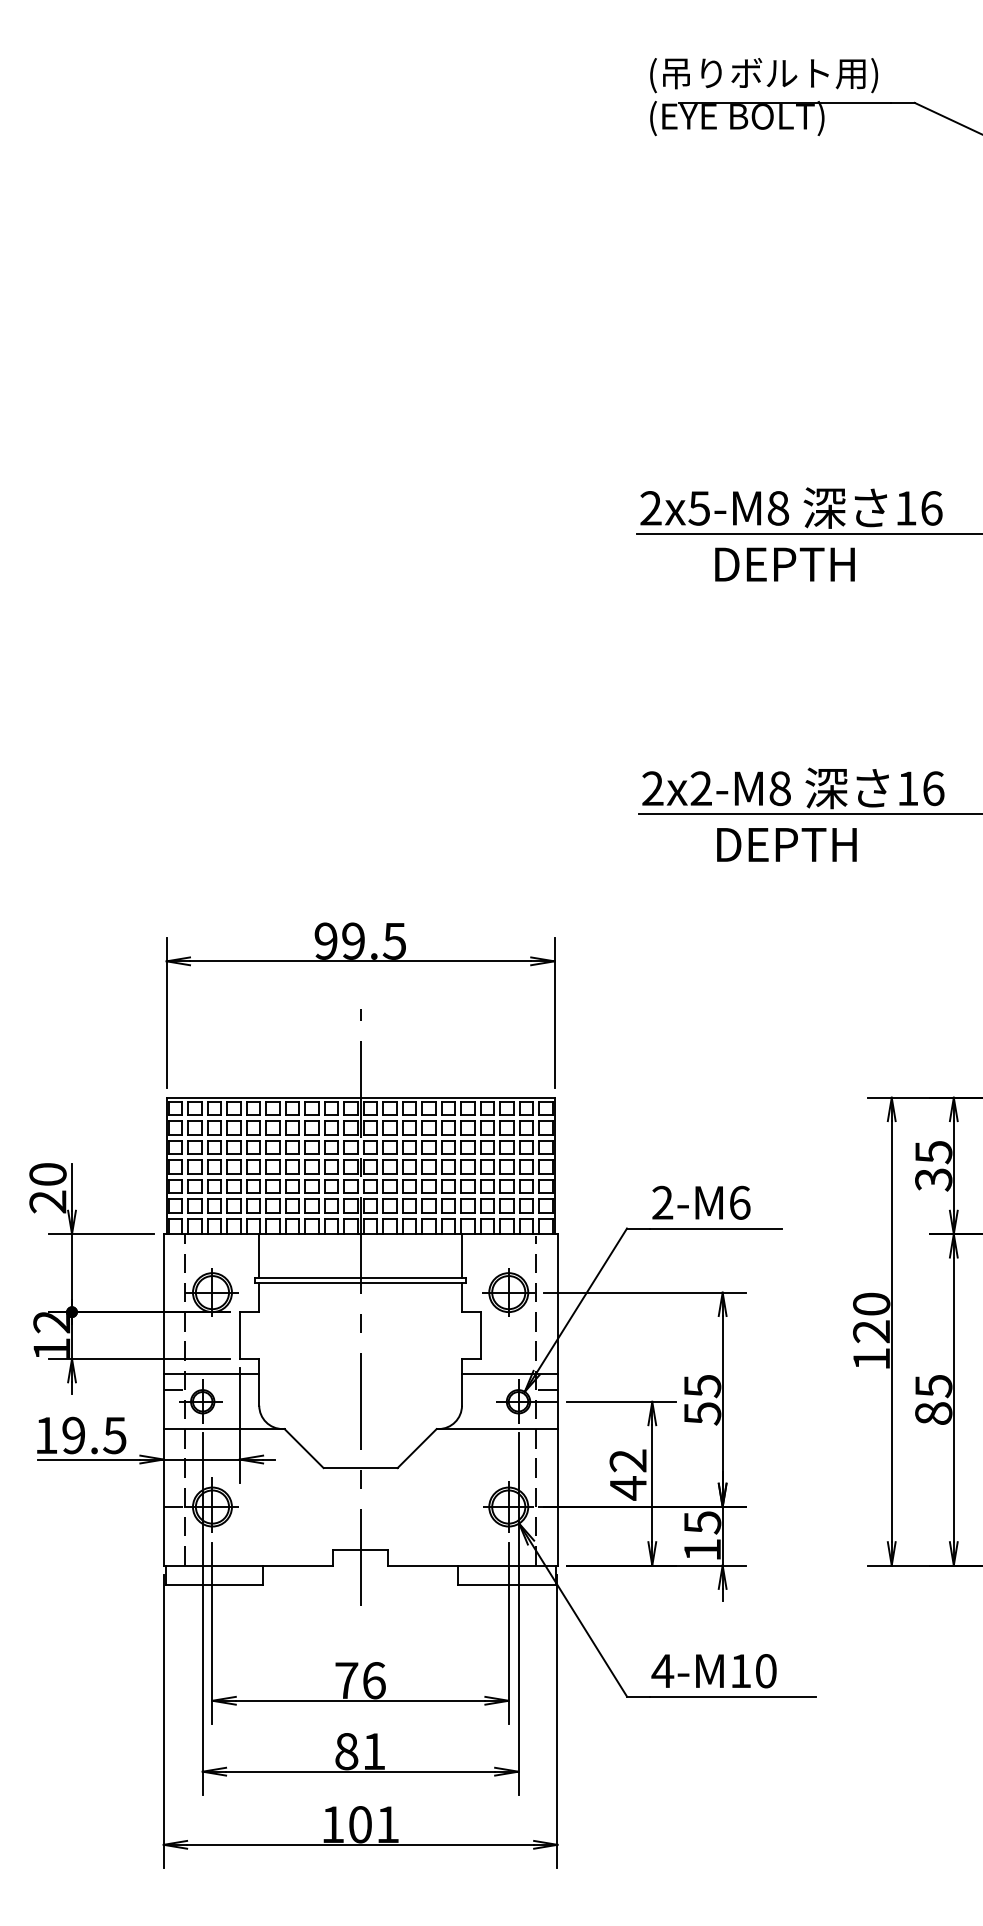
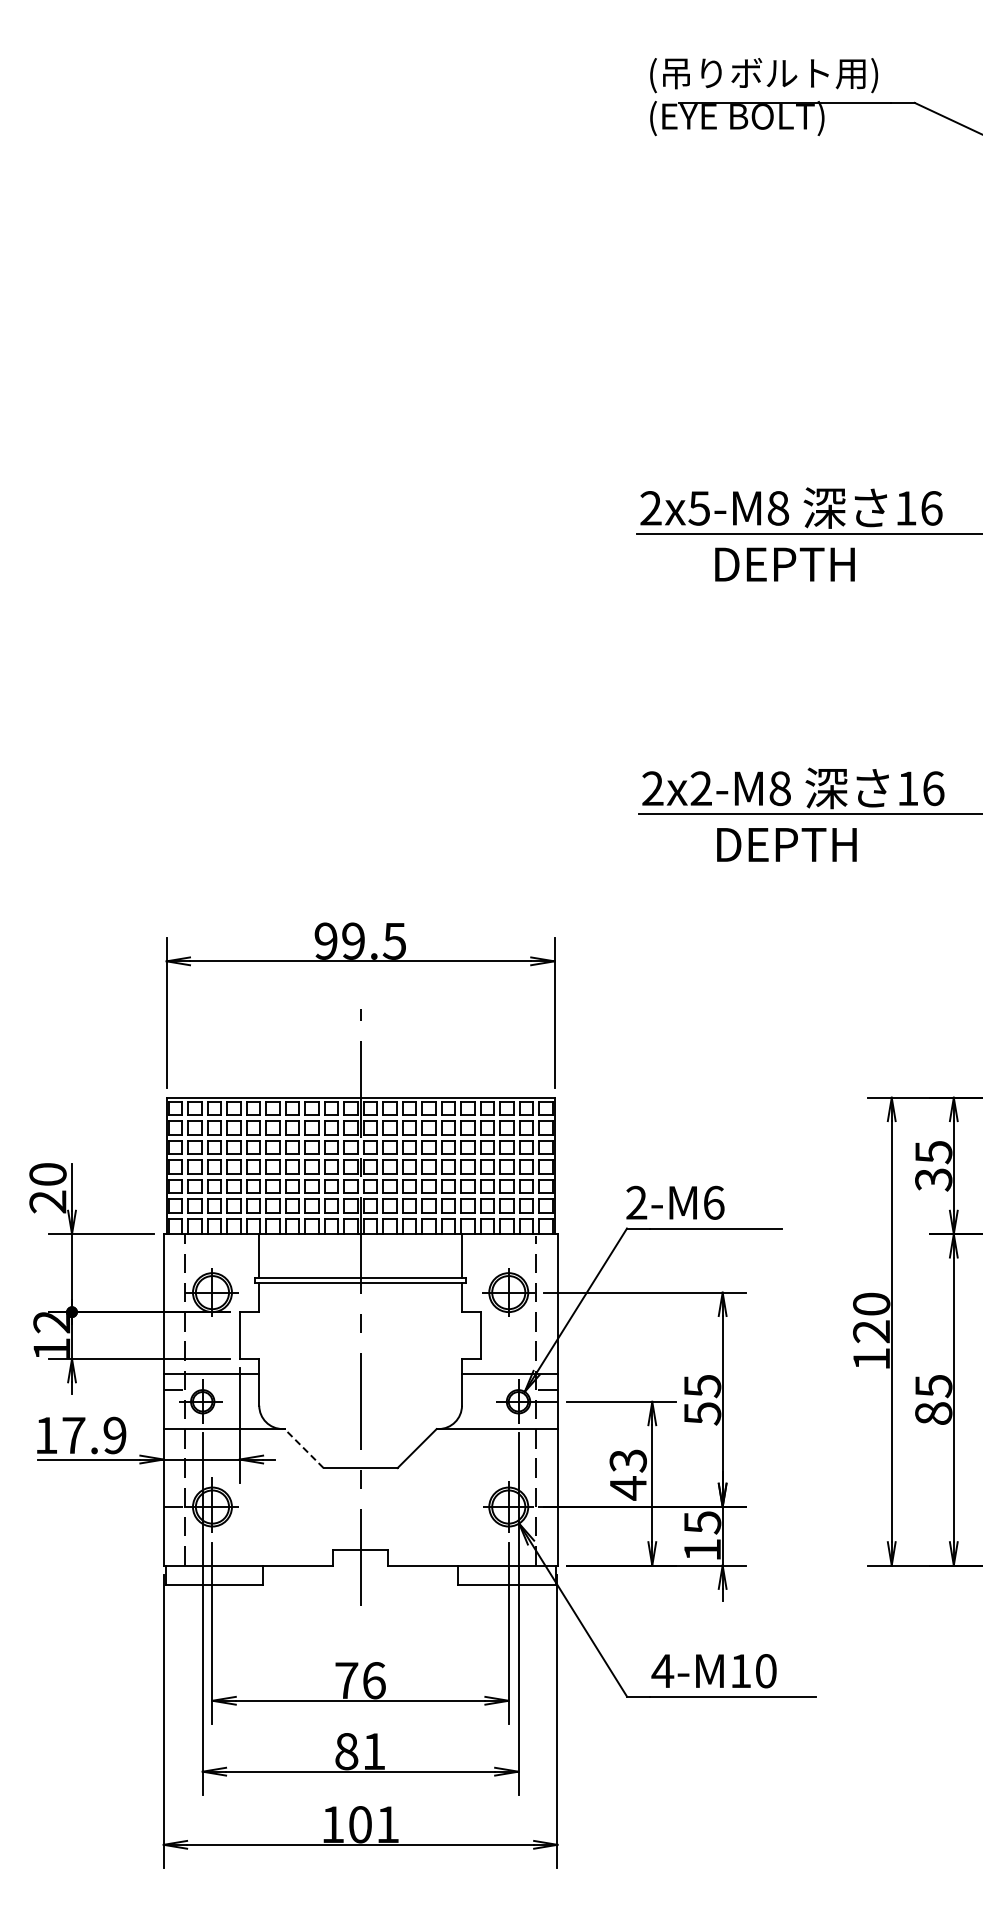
text at (701, 1202) position: (701, 1202) -> (675, 1202)
text at (94, 1435): 19.5 -> 17.9
line at (304, 1448): solid -> dashed
text at (627, 1460): 42 -> 43
